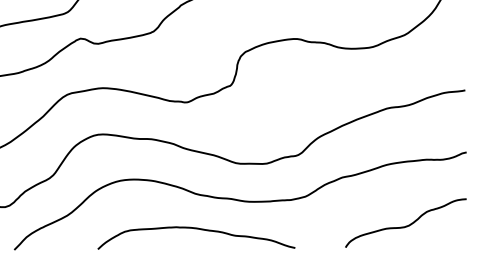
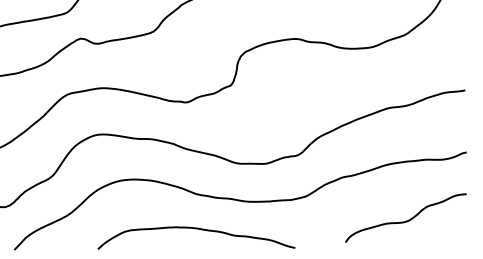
curve at (405, 225) position: (405, 225) -> (405, 220)
